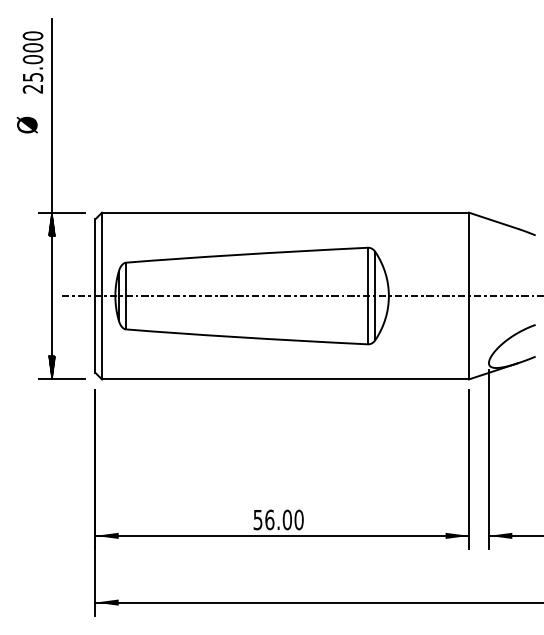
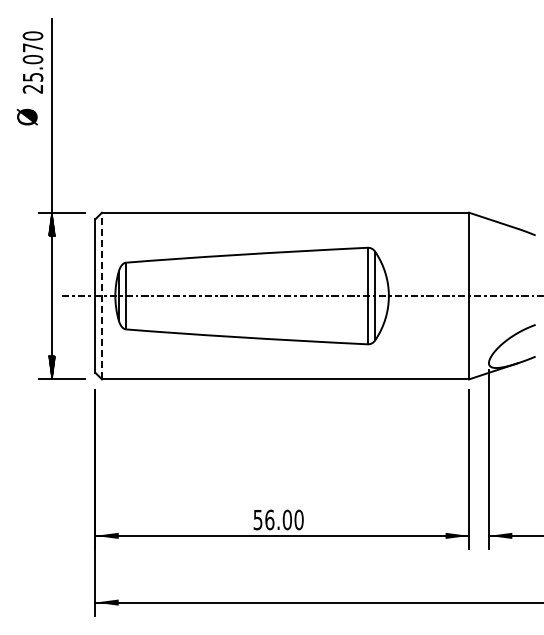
text at (32, 47): 25.000 -> 25.070
text at (26, 124) position: (26, 124) -> (26, 116)
line at (102, 295): solid -> dashed
